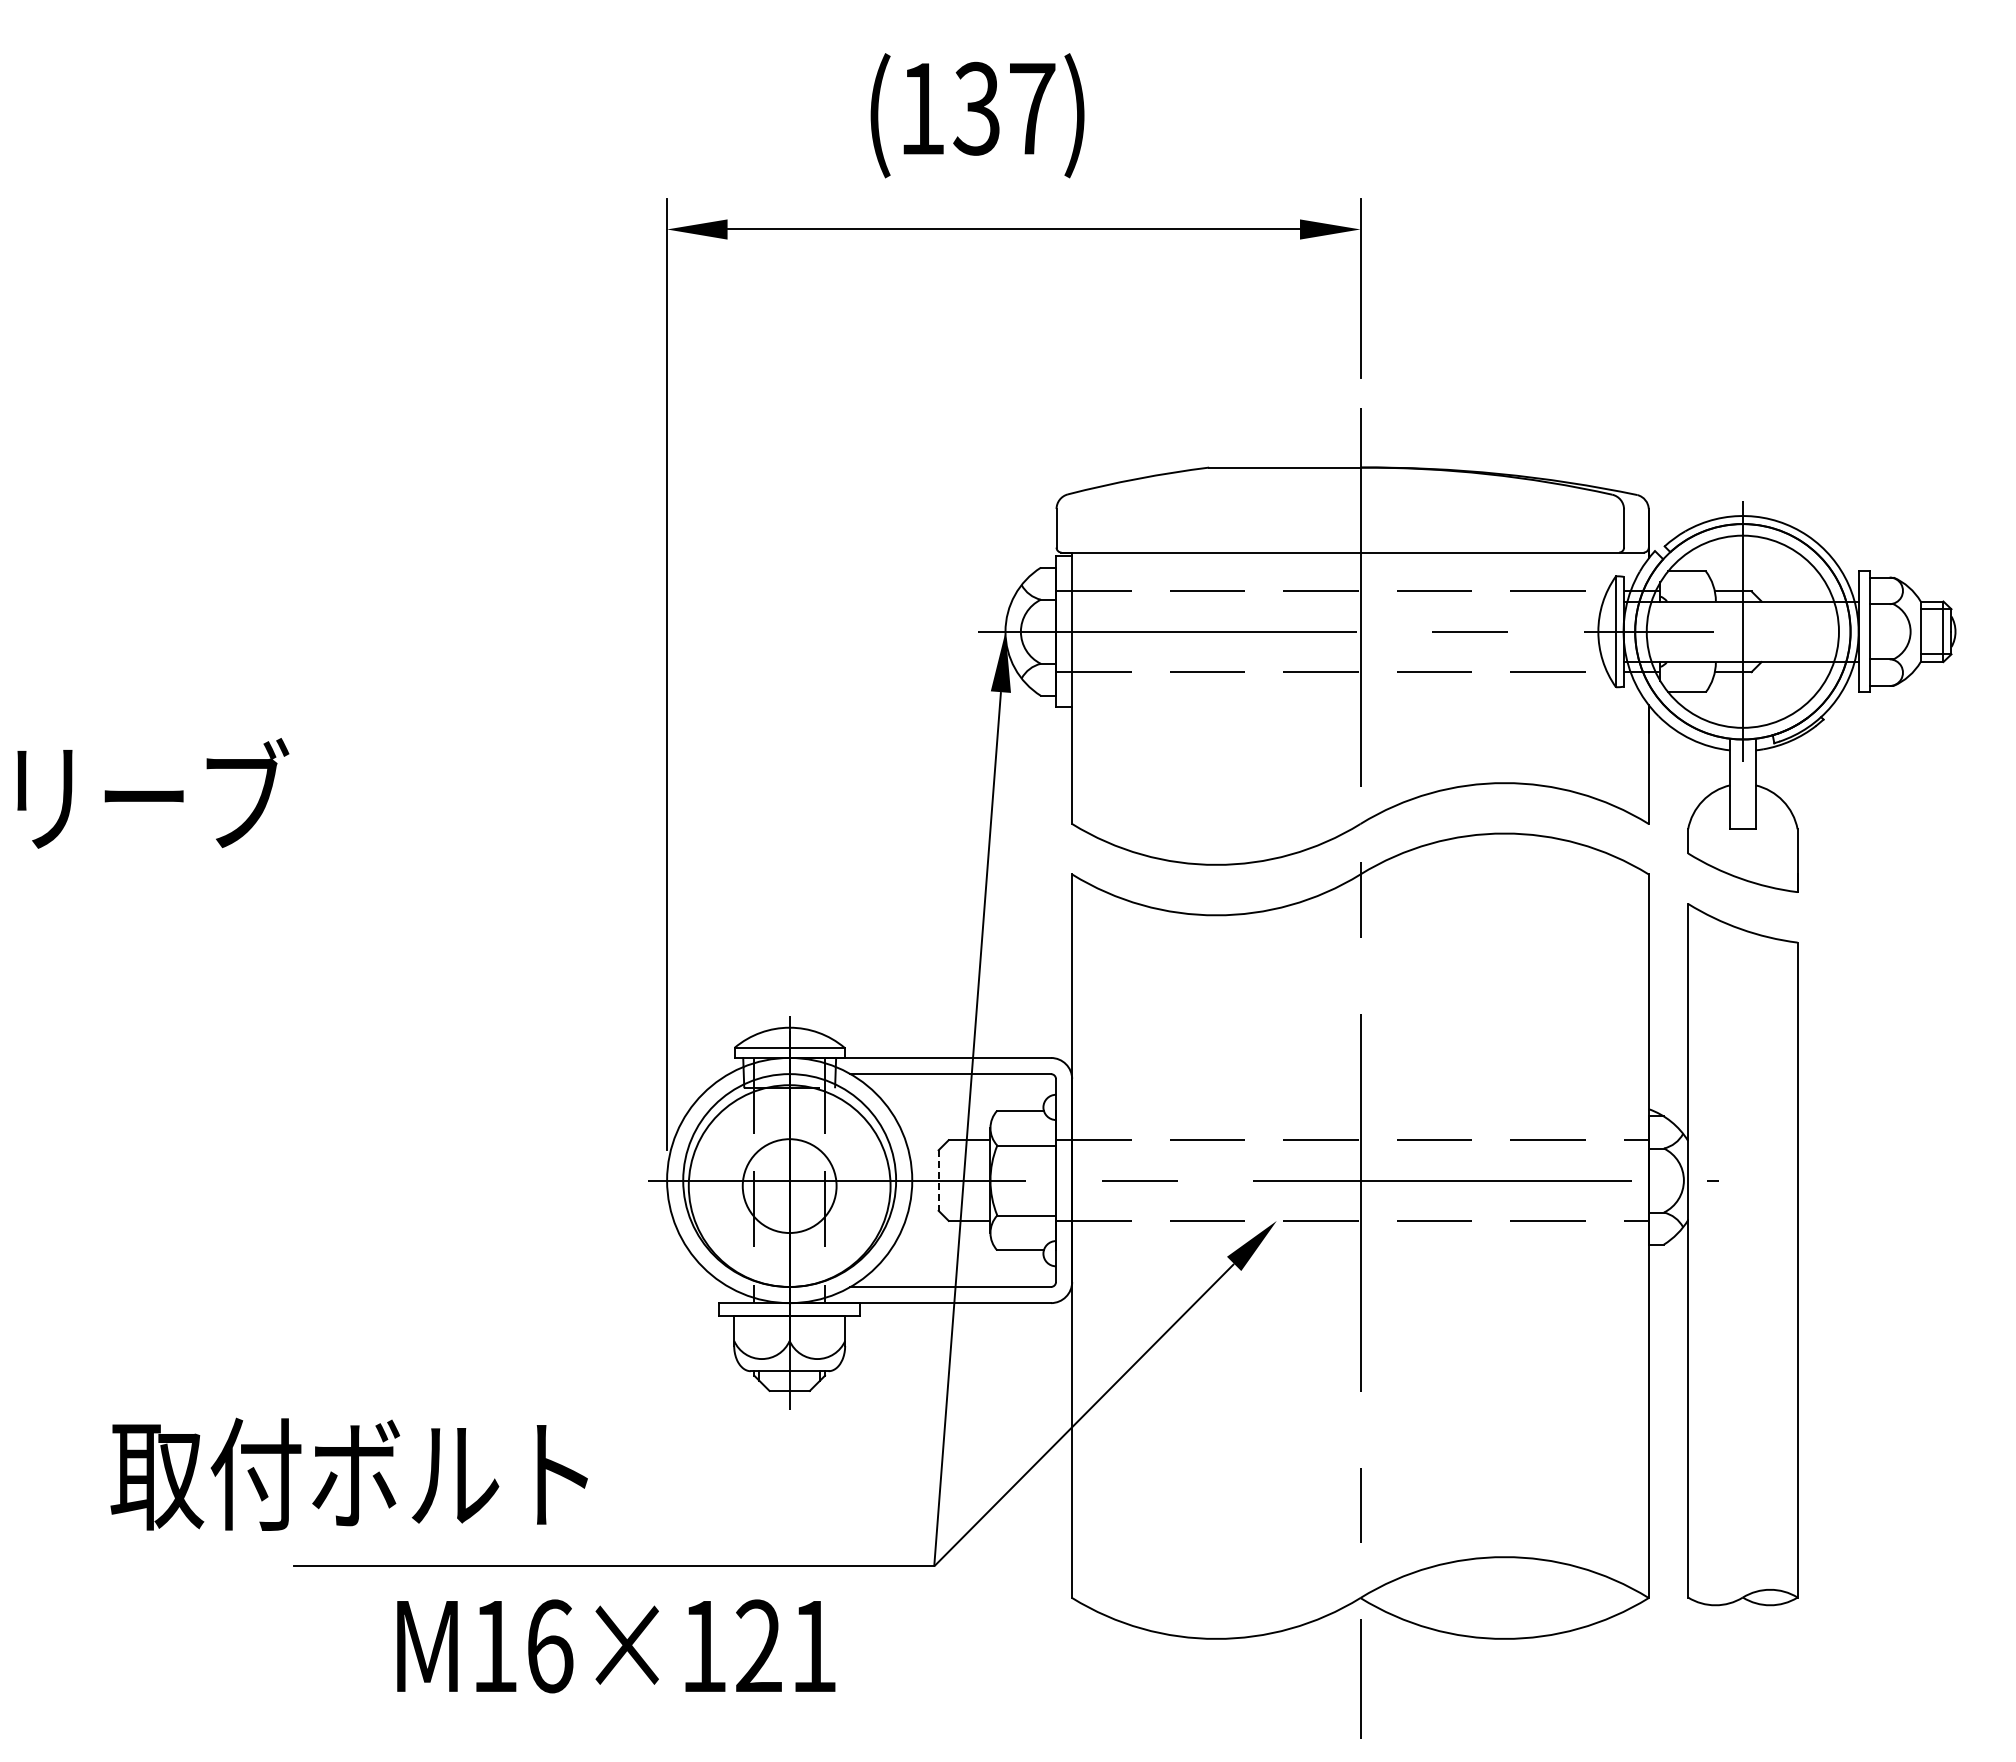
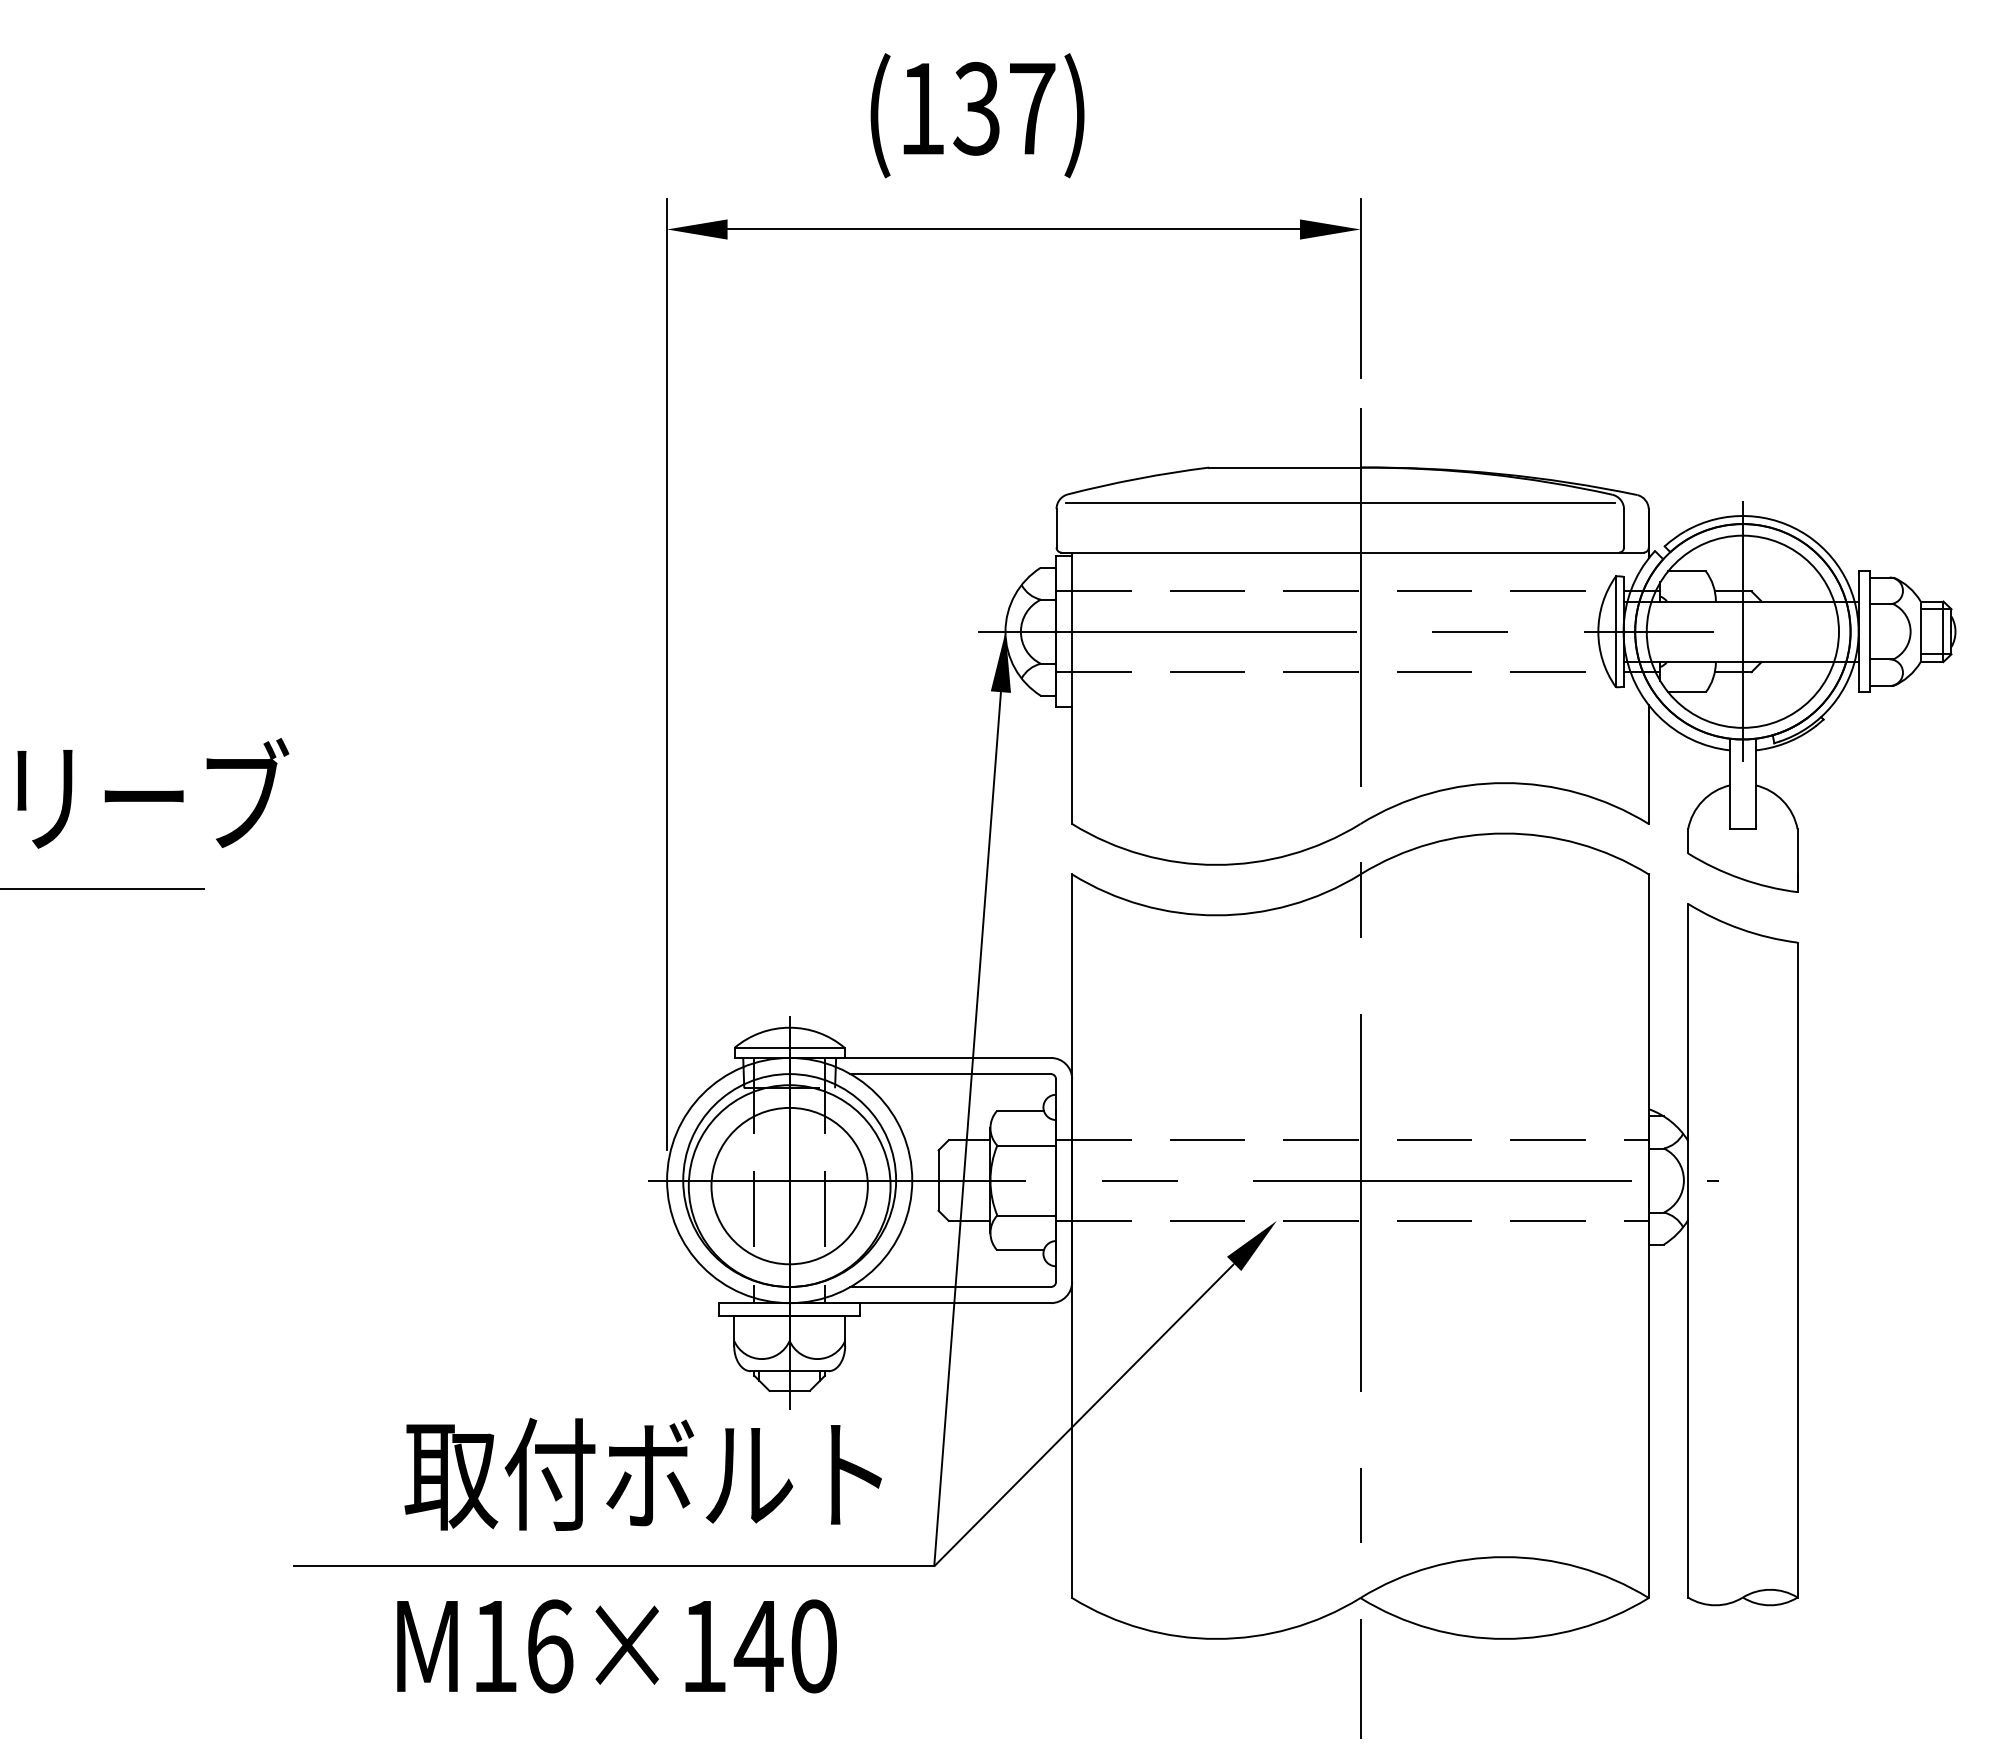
line at (1340, 502): none -> present
line at (103, 889): none -> present
line at (938, 1181): dashed -> solid
circle at (789, 1186) diameter: 94 px -> 156 px
text at (348, 1473) position: (348, 1473) -> (642, 1473)
text at (784, 1646): M16×121 -> M16×140
